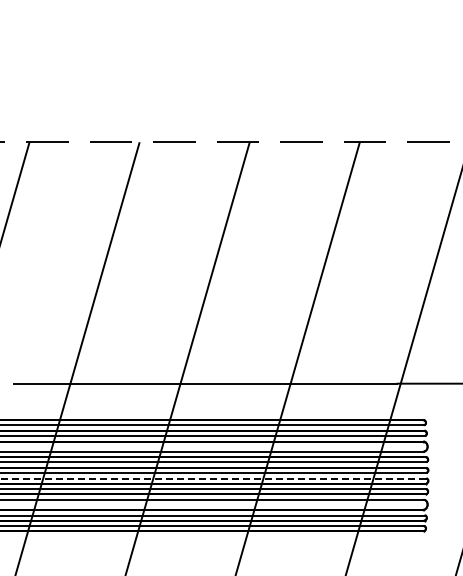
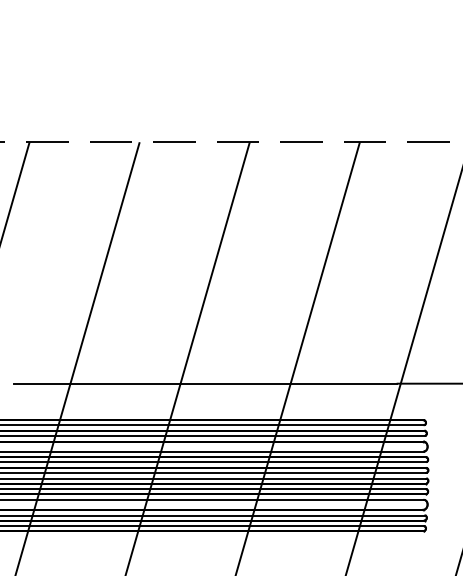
line at (213, 478): dashed -> solid
